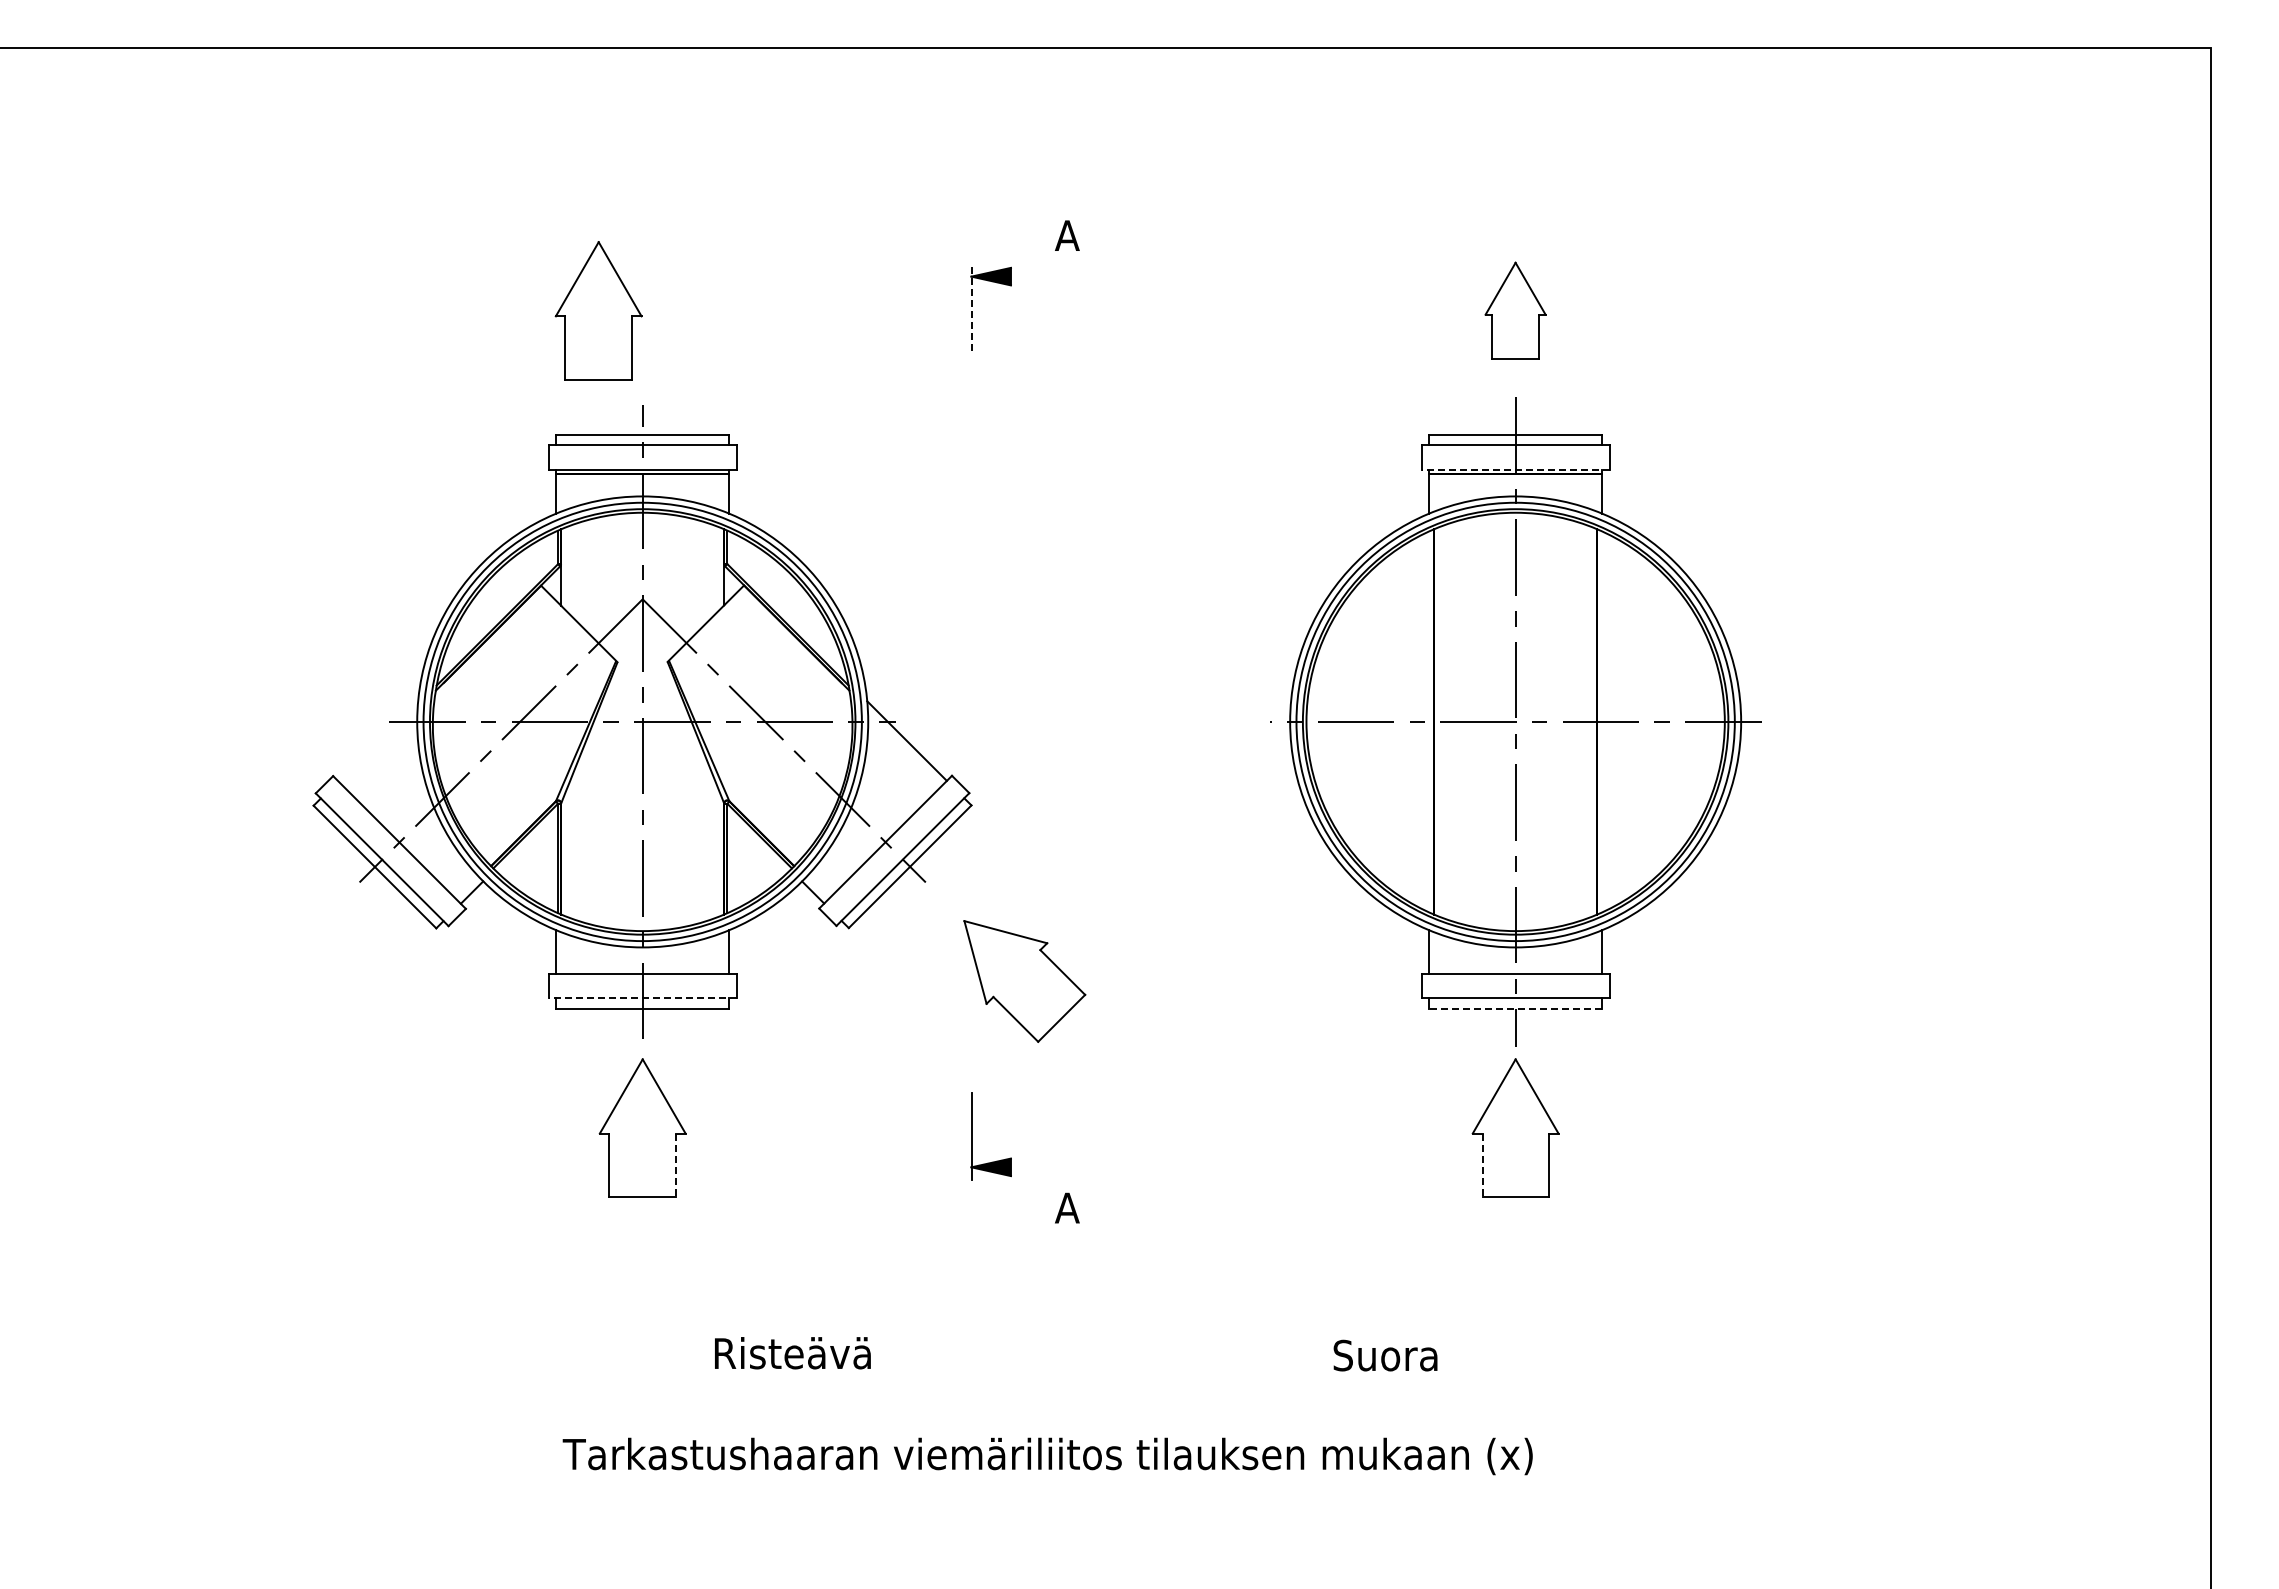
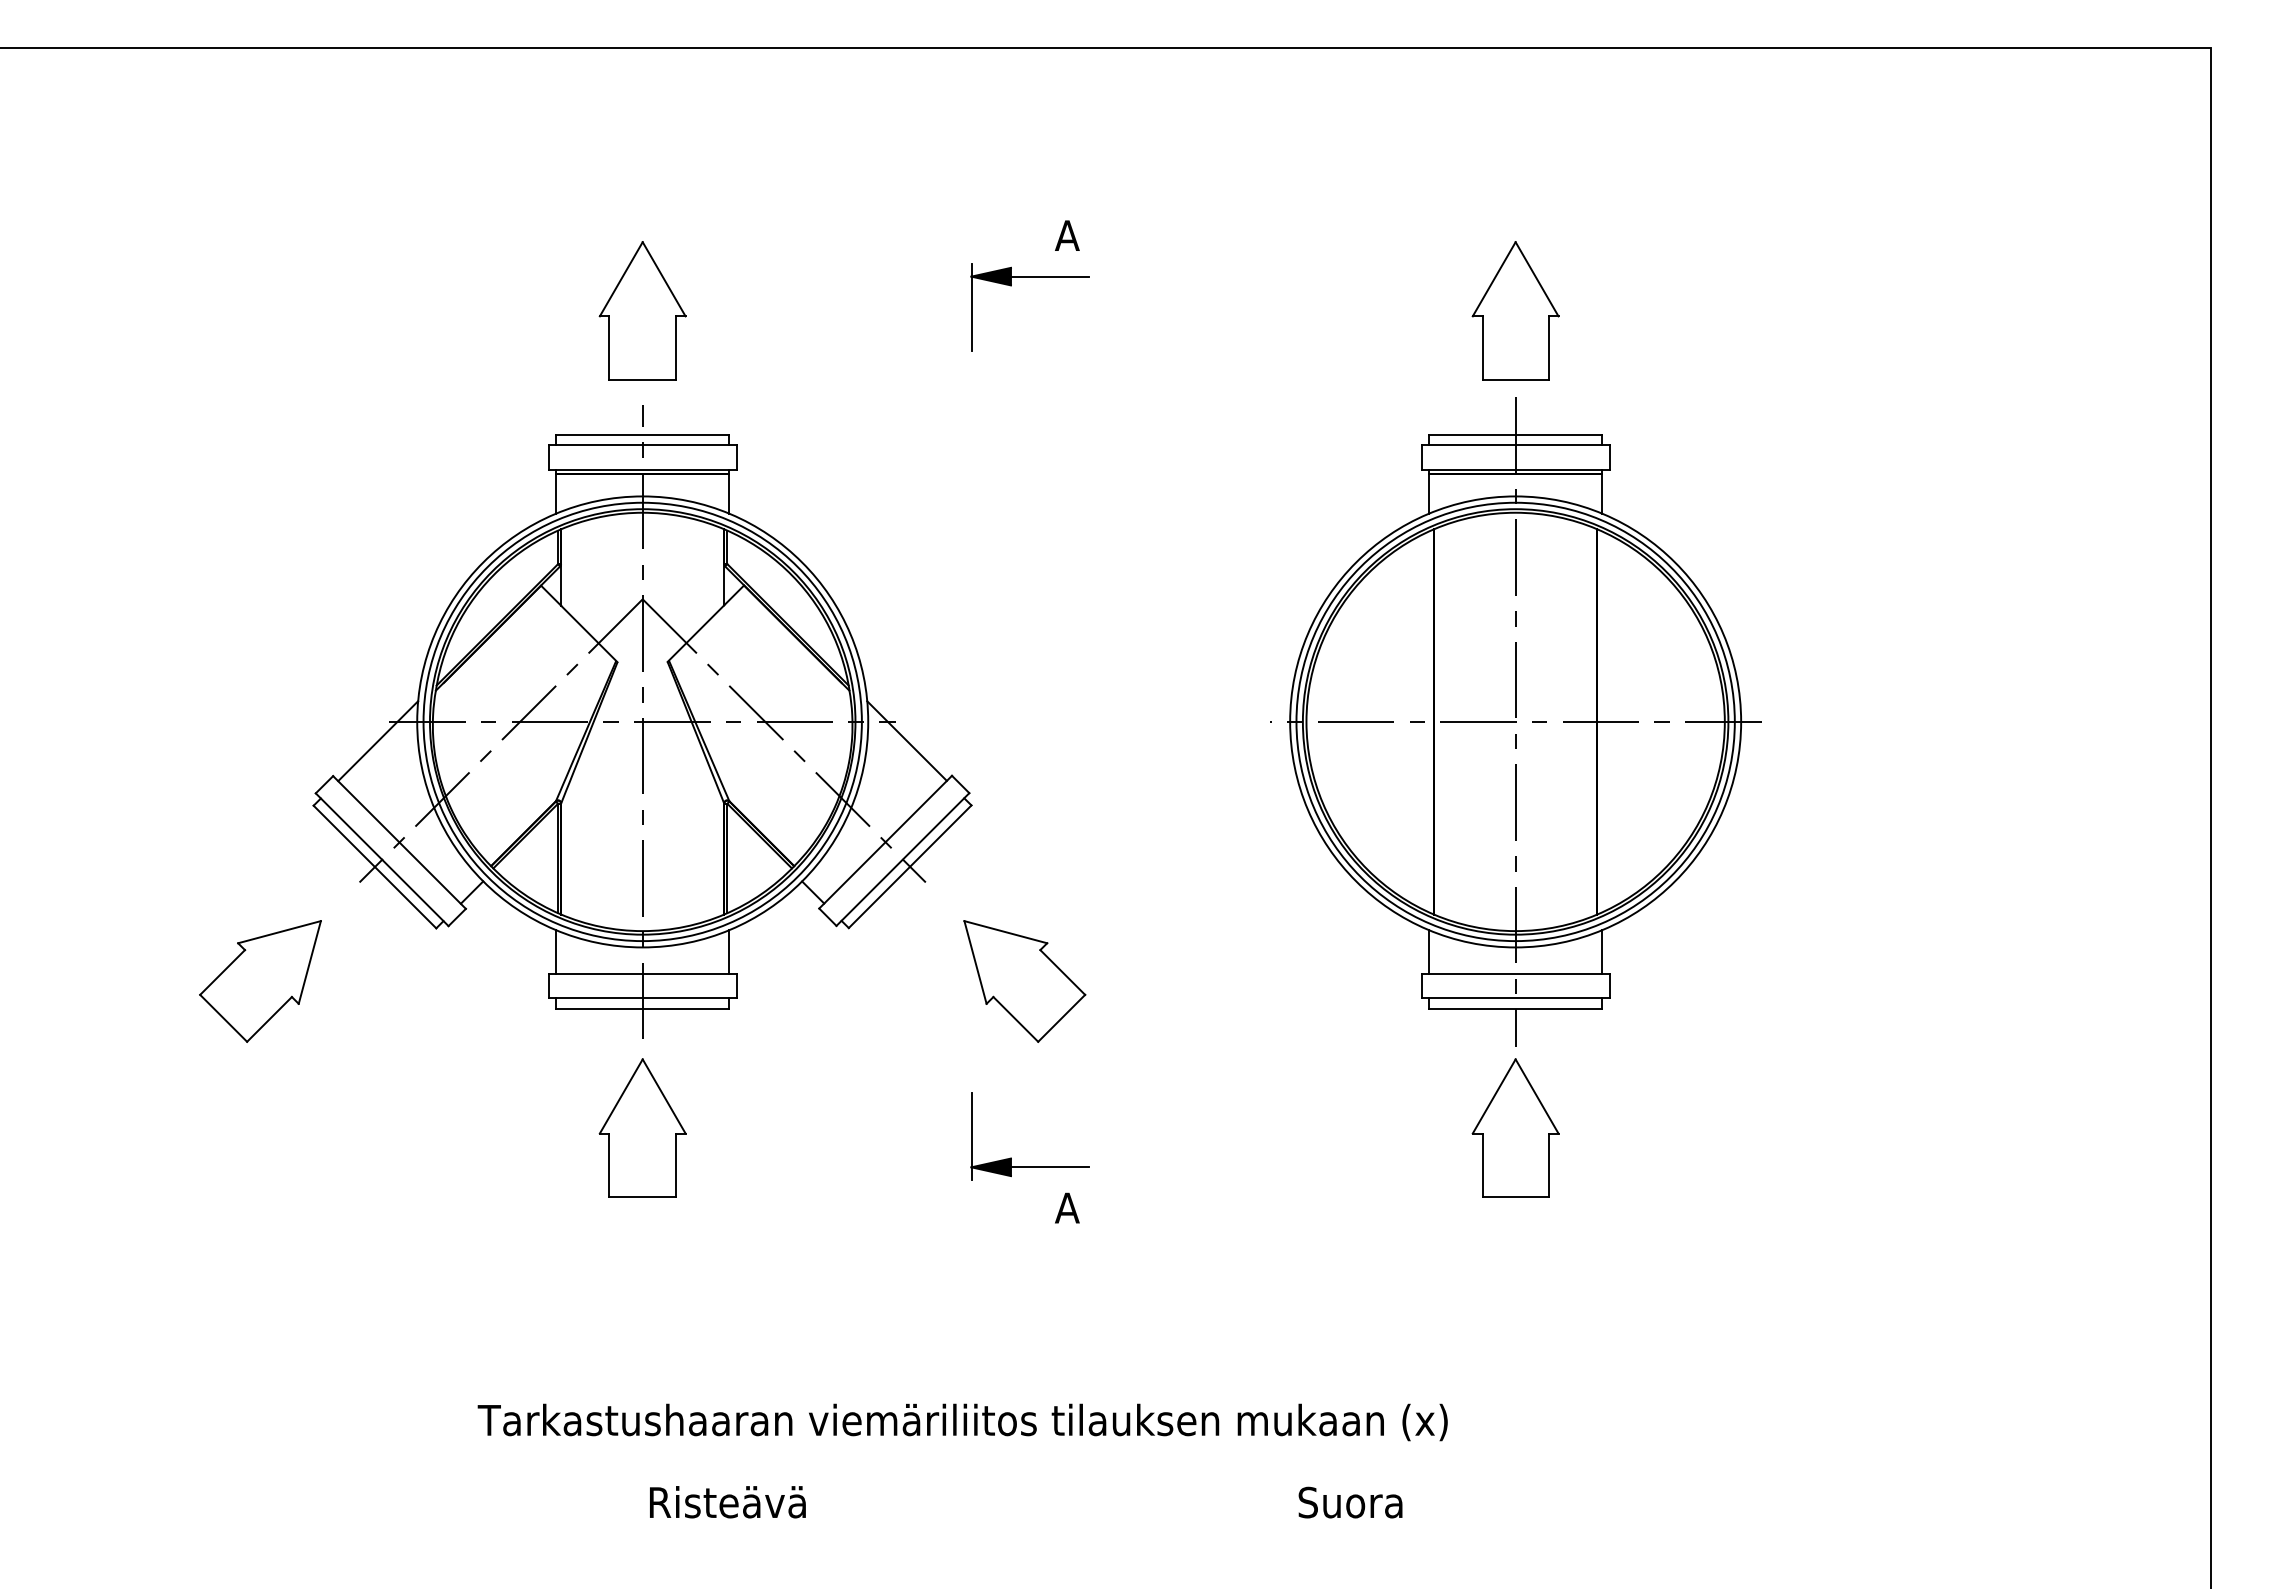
line at (1049, 276): none -> present
line at (971, 307): dashed -> solid
part at (598, 310) position: (598, 310) -> (642, 310)
part at (1515, 310) size: 63x99 px -> 89x140 px
line at (1515, 469): dashed -> solid
line at (378, 741): none -> present
part at (260, 981): none -> present
line at (642, 998): dashed -> solid
line at (1515, 1008): dashed -> solid
line at (675, 1165): dashed -> solid
line at (1482, 1165): dashed -> solid
line at (1049, 1167): none -> present
text at (792, 1353) position: (792, 1353) -> (727, 1502)
text at (1385, 1355) position: (1385, 1355) -> (1350, 1502)
text at (1047, 1456) position: (1047, 1456) -> (962, 1422)
